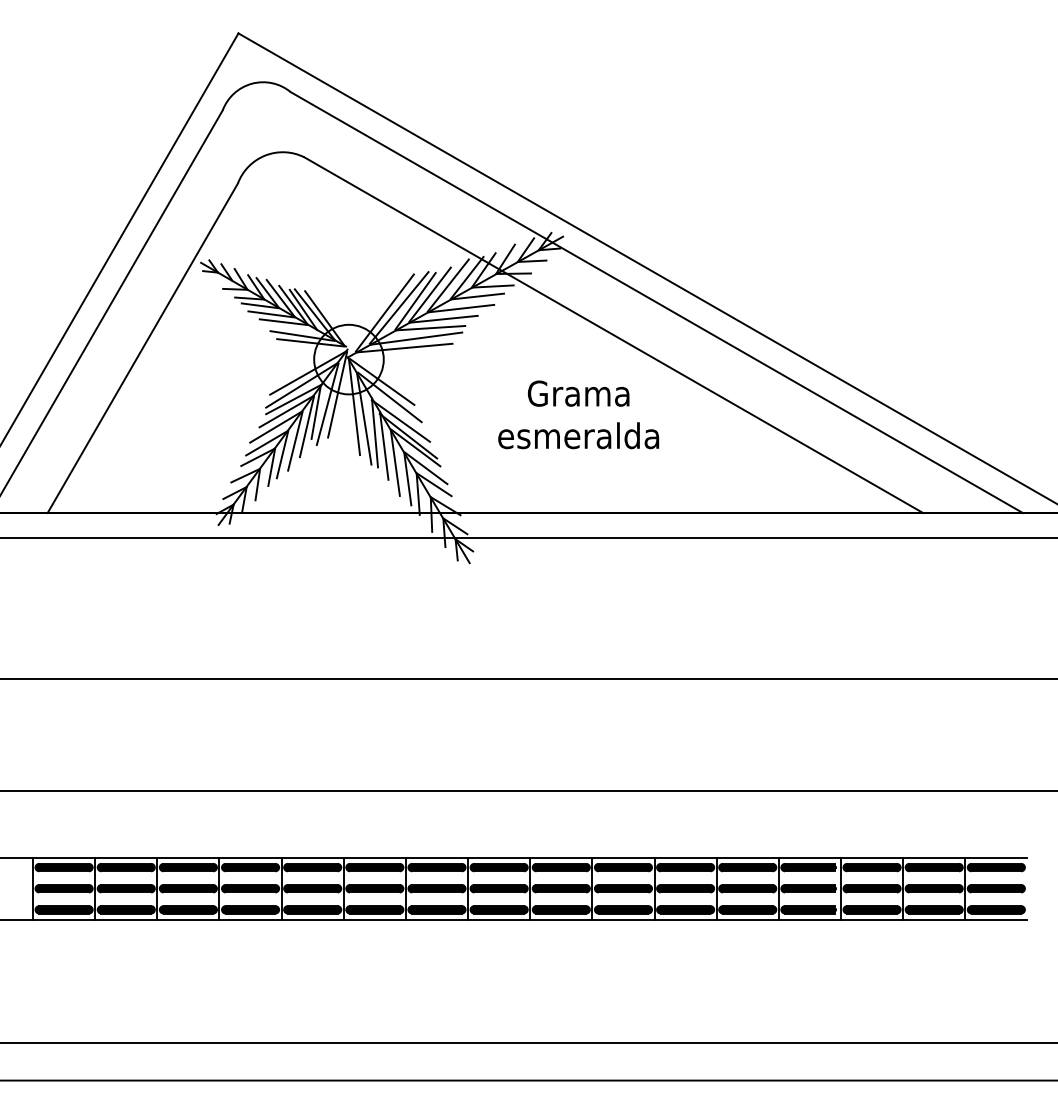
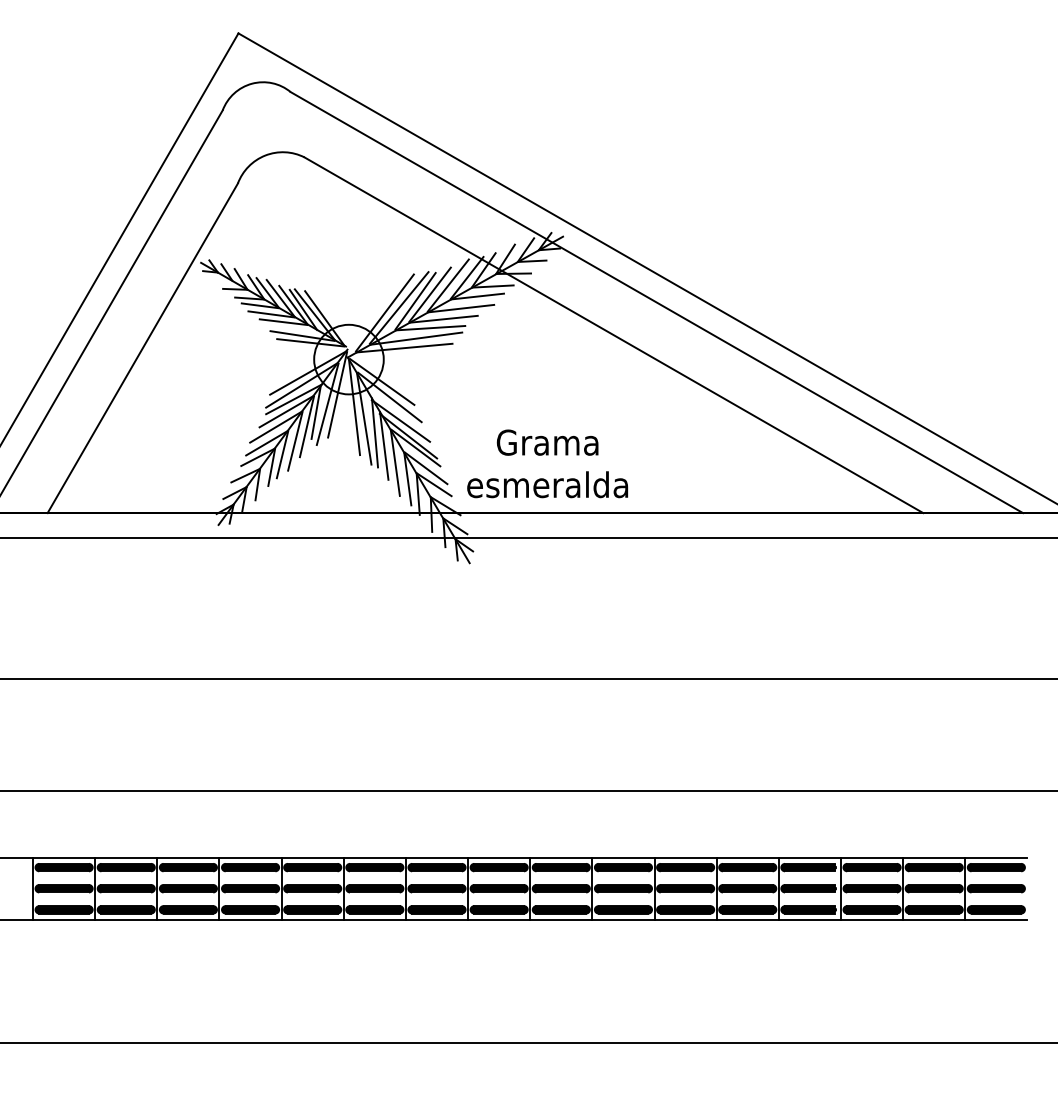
text at (578, 414) position: (578, 414) -> (547, 463)
line at (528, 1080): present -> none
